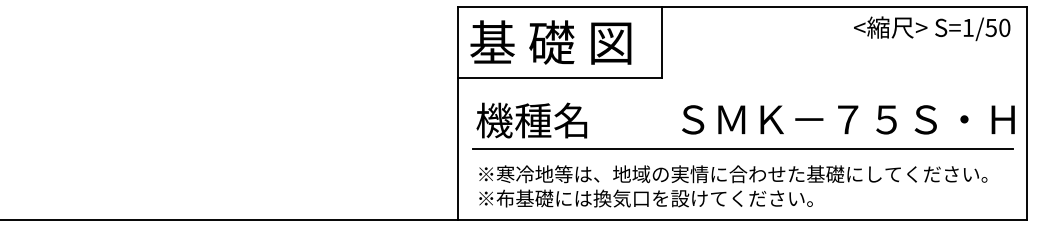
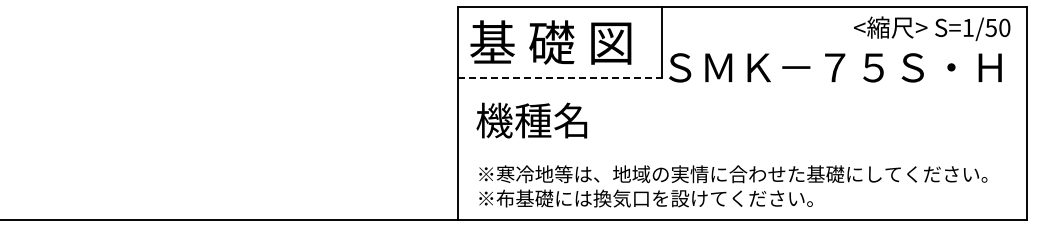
line at (560, 77): solid -> dashed
text at (848, 119) position: (848, 119) -> (835, 67)
line at (742, 149): present -> none
